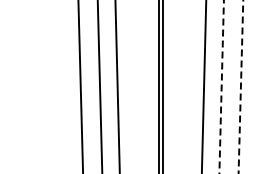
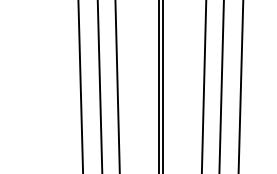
line at (221, 87): dashed -> solid
line at (240, 87): dashed -> solid
